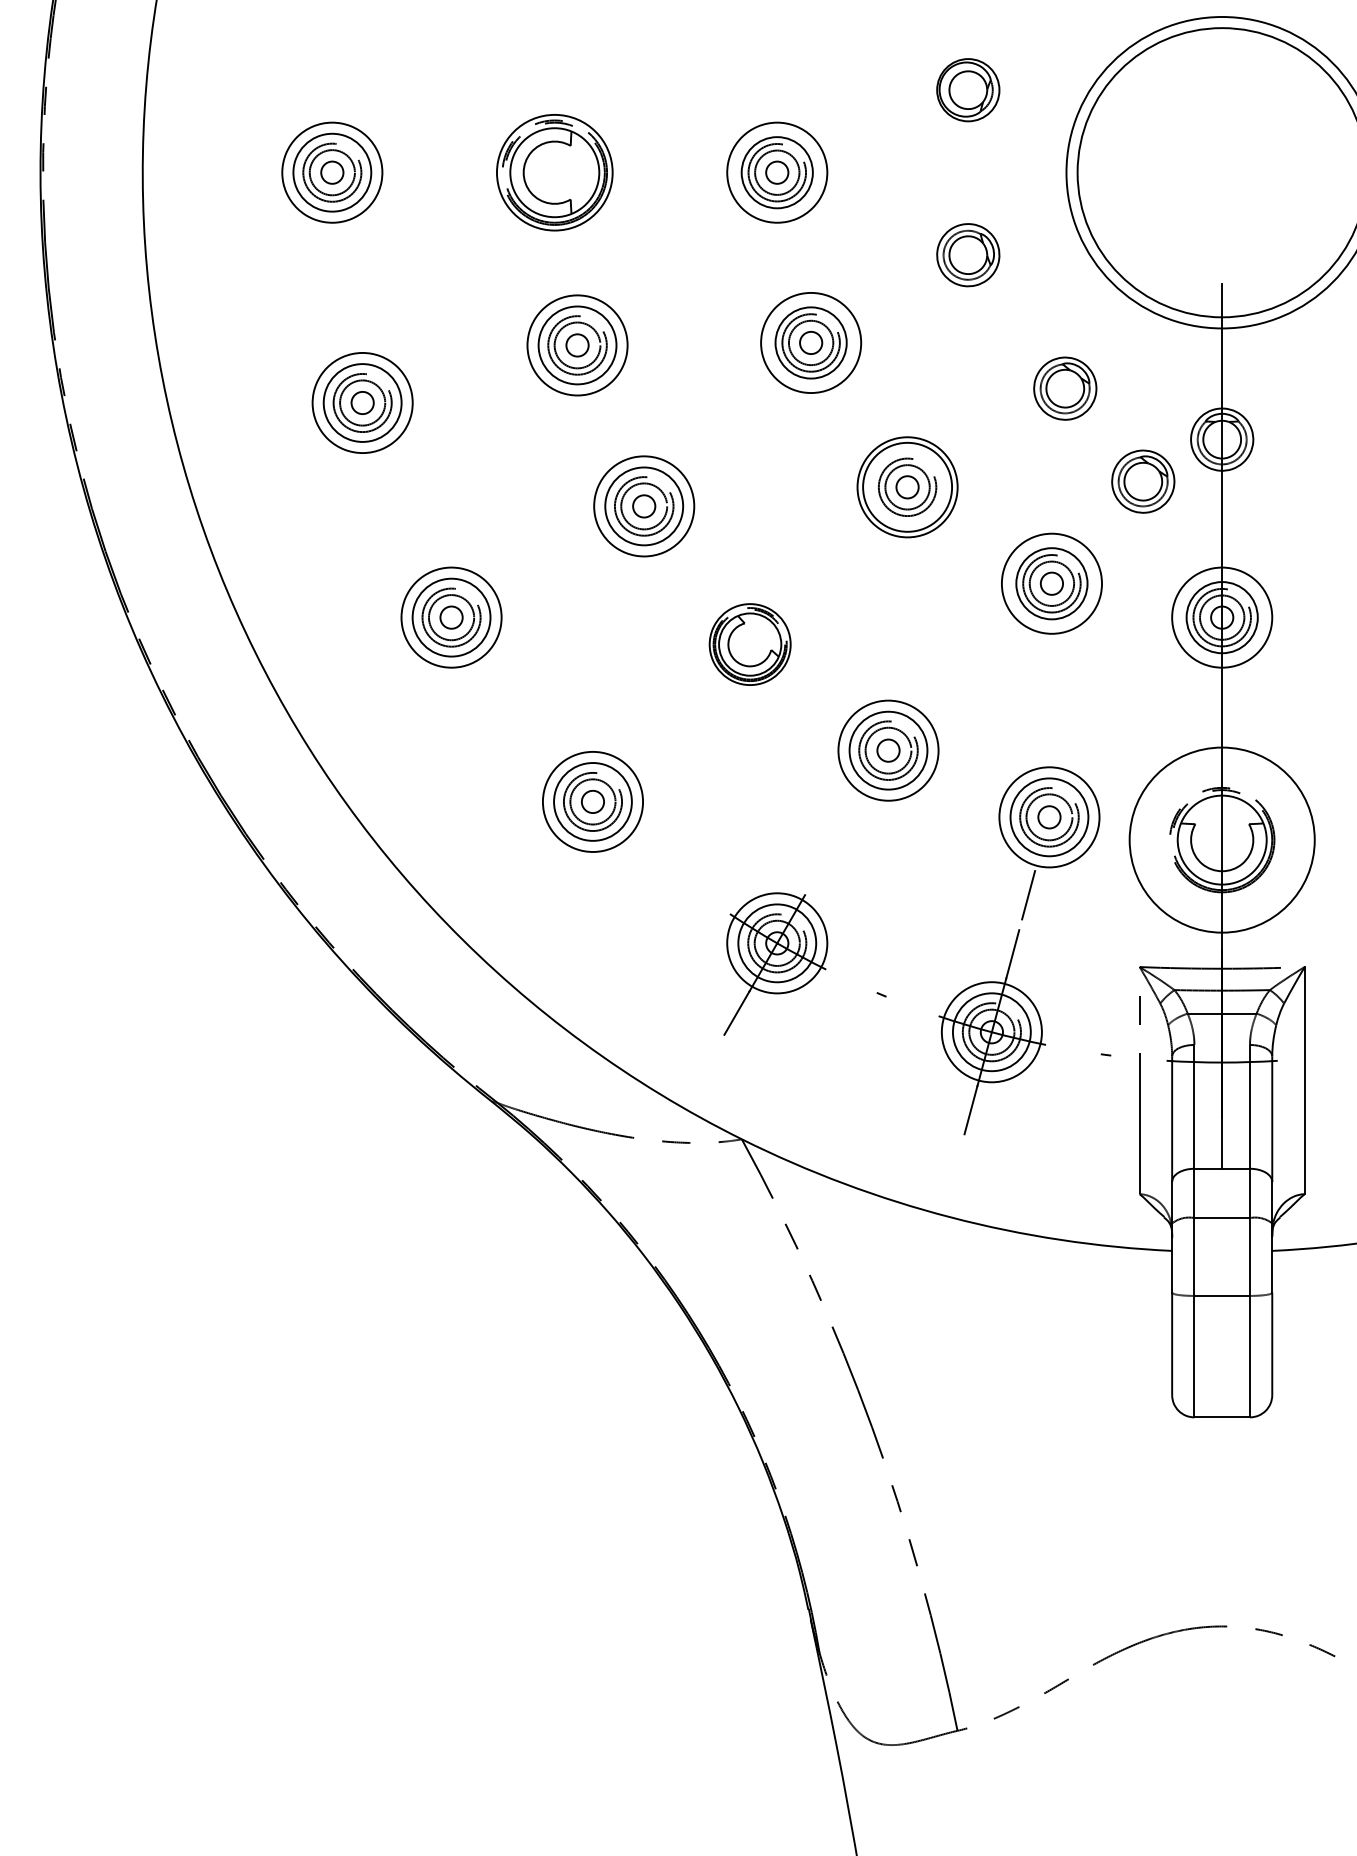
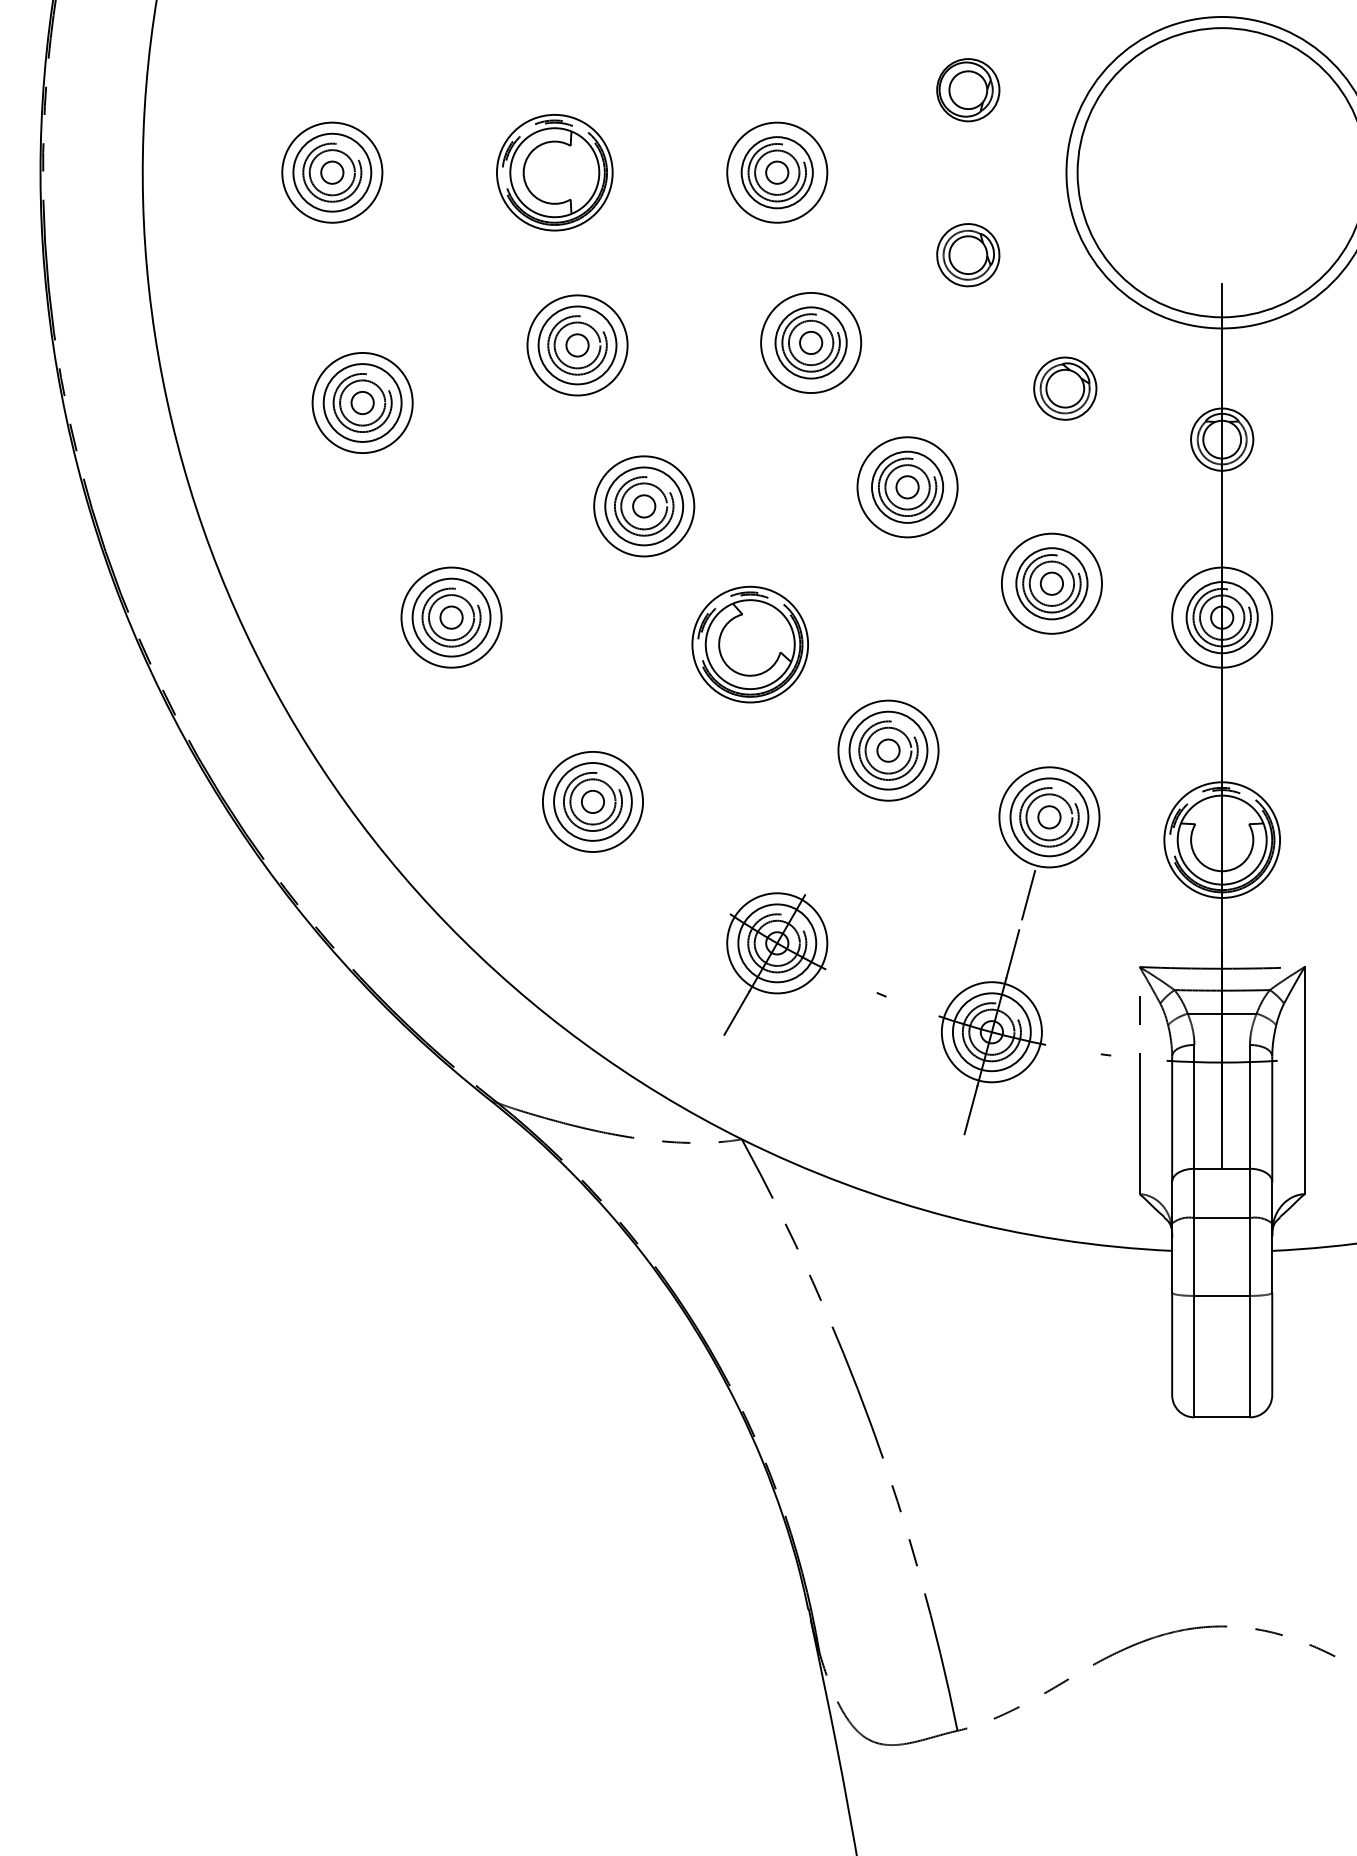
part at (1143, 481): present -> none
circle at (907, 486) diameter: 89 px -> 71 px
part at (749, 644) size: 84x83 px -> 118x119 px
circle at (1221, 839) diameter: 185 px -> 116 px
